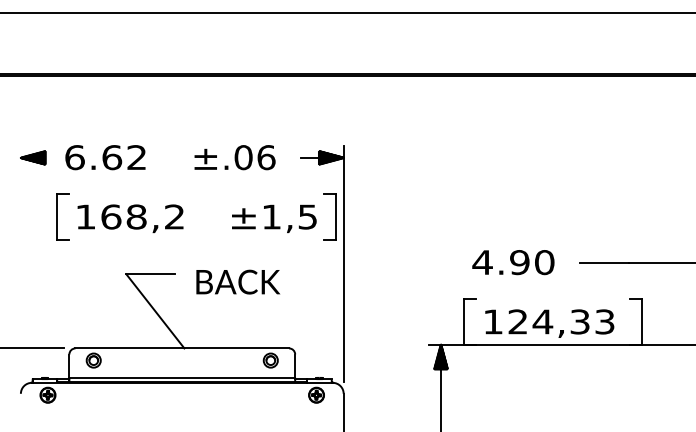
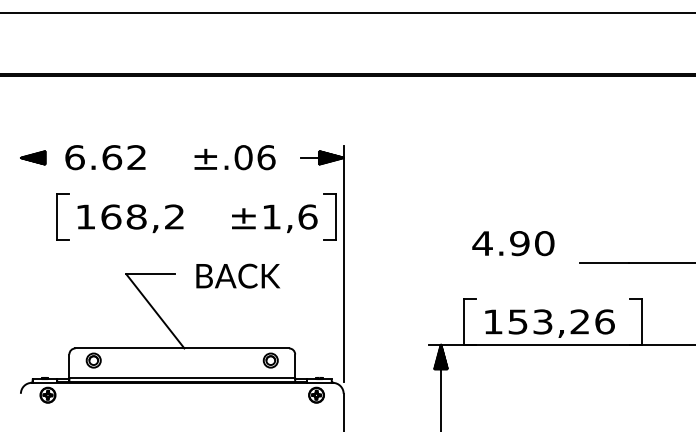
text at (307, 216): ±1,5 -> ±1,6
text at (513, 262) position: (513, 262) -> (513, 243)
text at (238, 281) position: (238, 281) -> (238, 275)
text at (561, 321): 124,33 -> 153,26
line at (32, 348): present -> none
